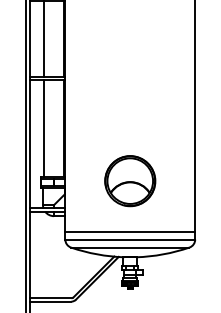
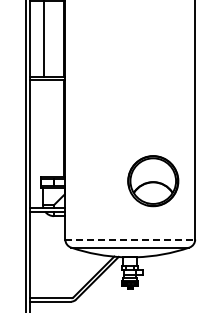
line at (44, 128): present -> none
part at (130, 181) position: (130, 181) -> (153, 181)
line at (130, 231): present -> none
line at (130, 239): solid -> dashed
